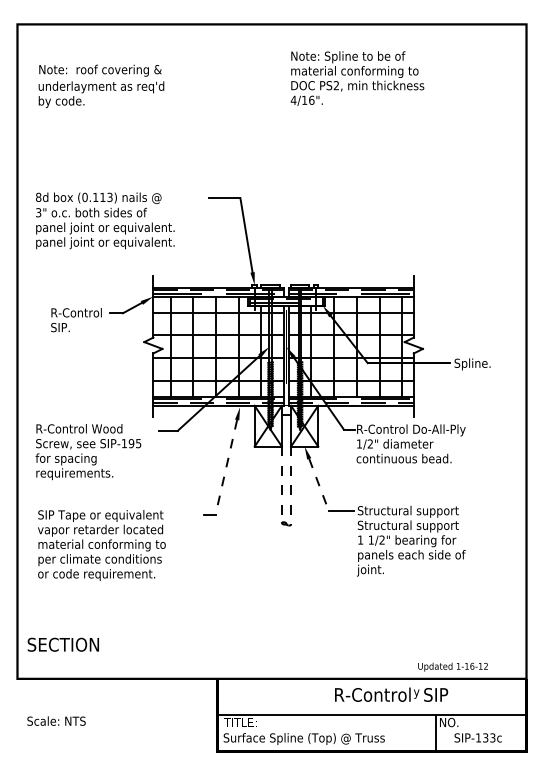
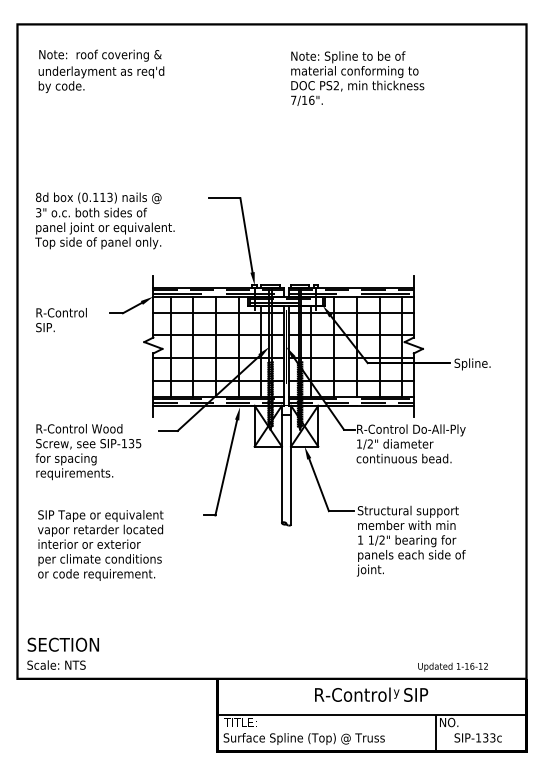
text at (101, 85) position: (101, 85) -> (101, 70)
text at (293, 99): 4/16". -> 7/16".
text at (104, 243): panel joint or equivalent. -> Top side of panel only.
text at (76, 320) position: (76, 320) -> (61, 320)
text at (131, 443): SIP-195 -> SIP-135
line at (226, 467): dashed -> solid
line at (281, 485): dashed -> solid
line at (319, 485): dashed -> solid
line at (291, 486): dashed -> solid
text at (407, 526): Structural support -> member with min
text at (101, 545): material conforming to -> interior or exterior
text at (391, 694) position: (391, 694) -> (371, 694)
text at (56, 720) position: (56, 720) -> (56, 664)
